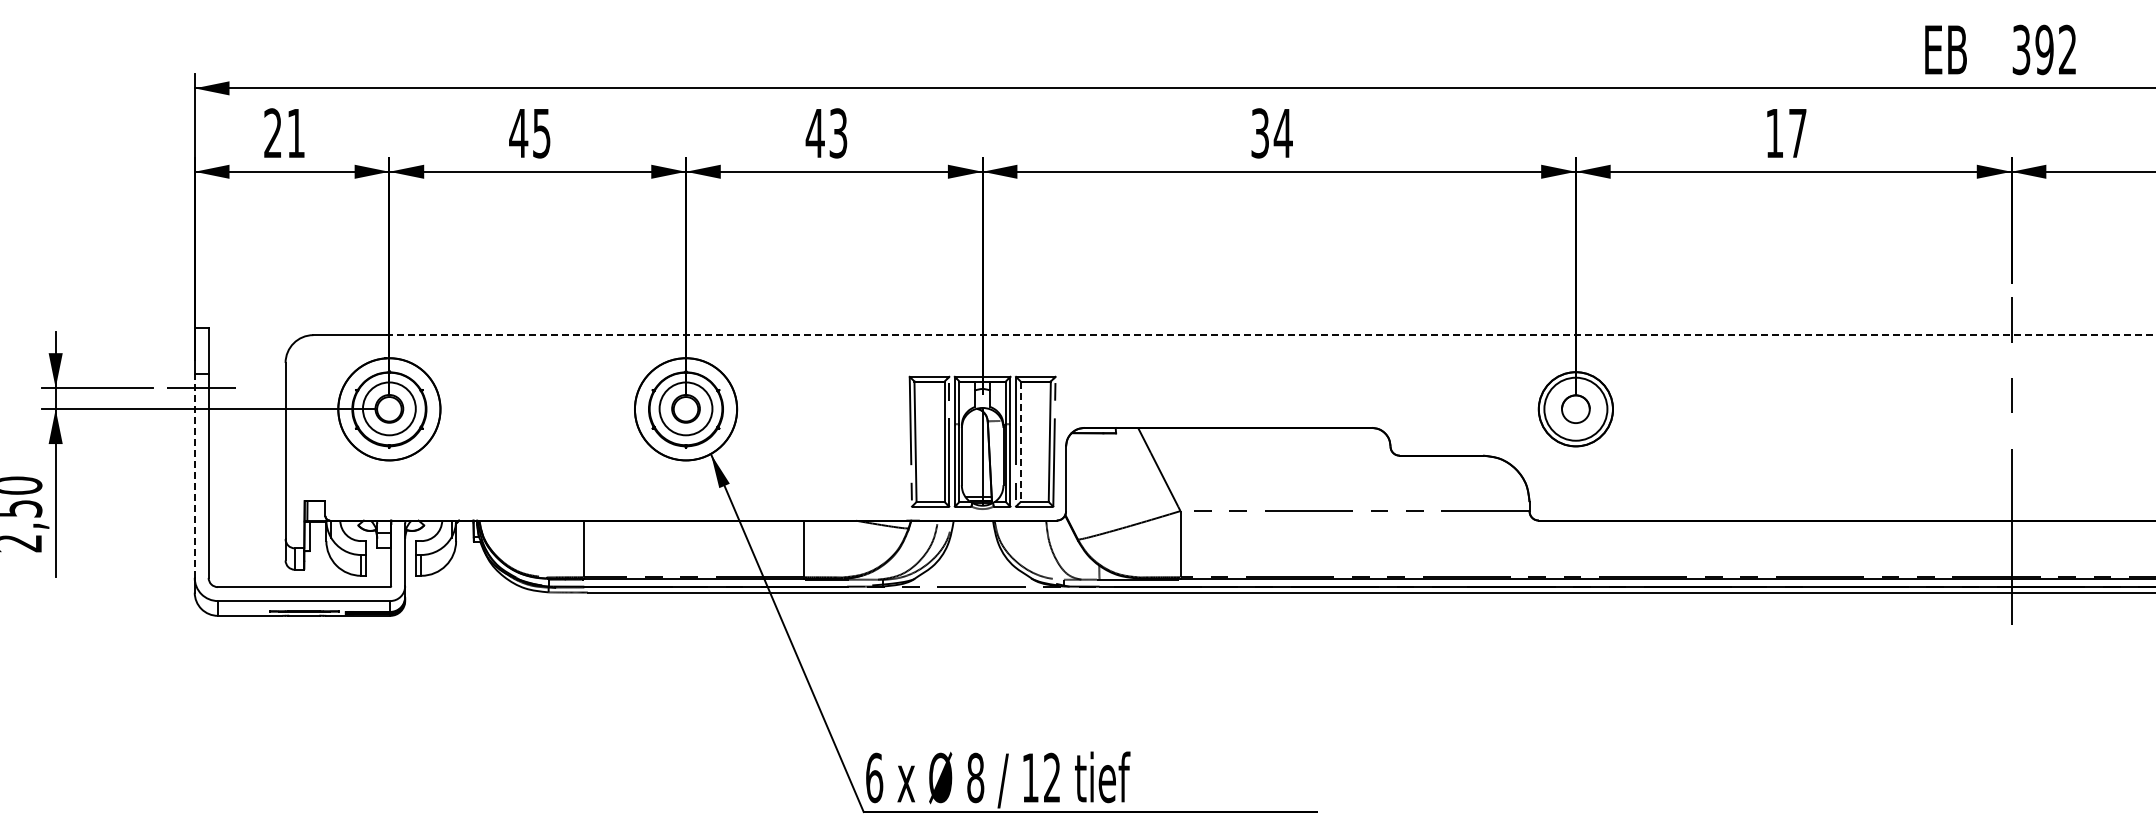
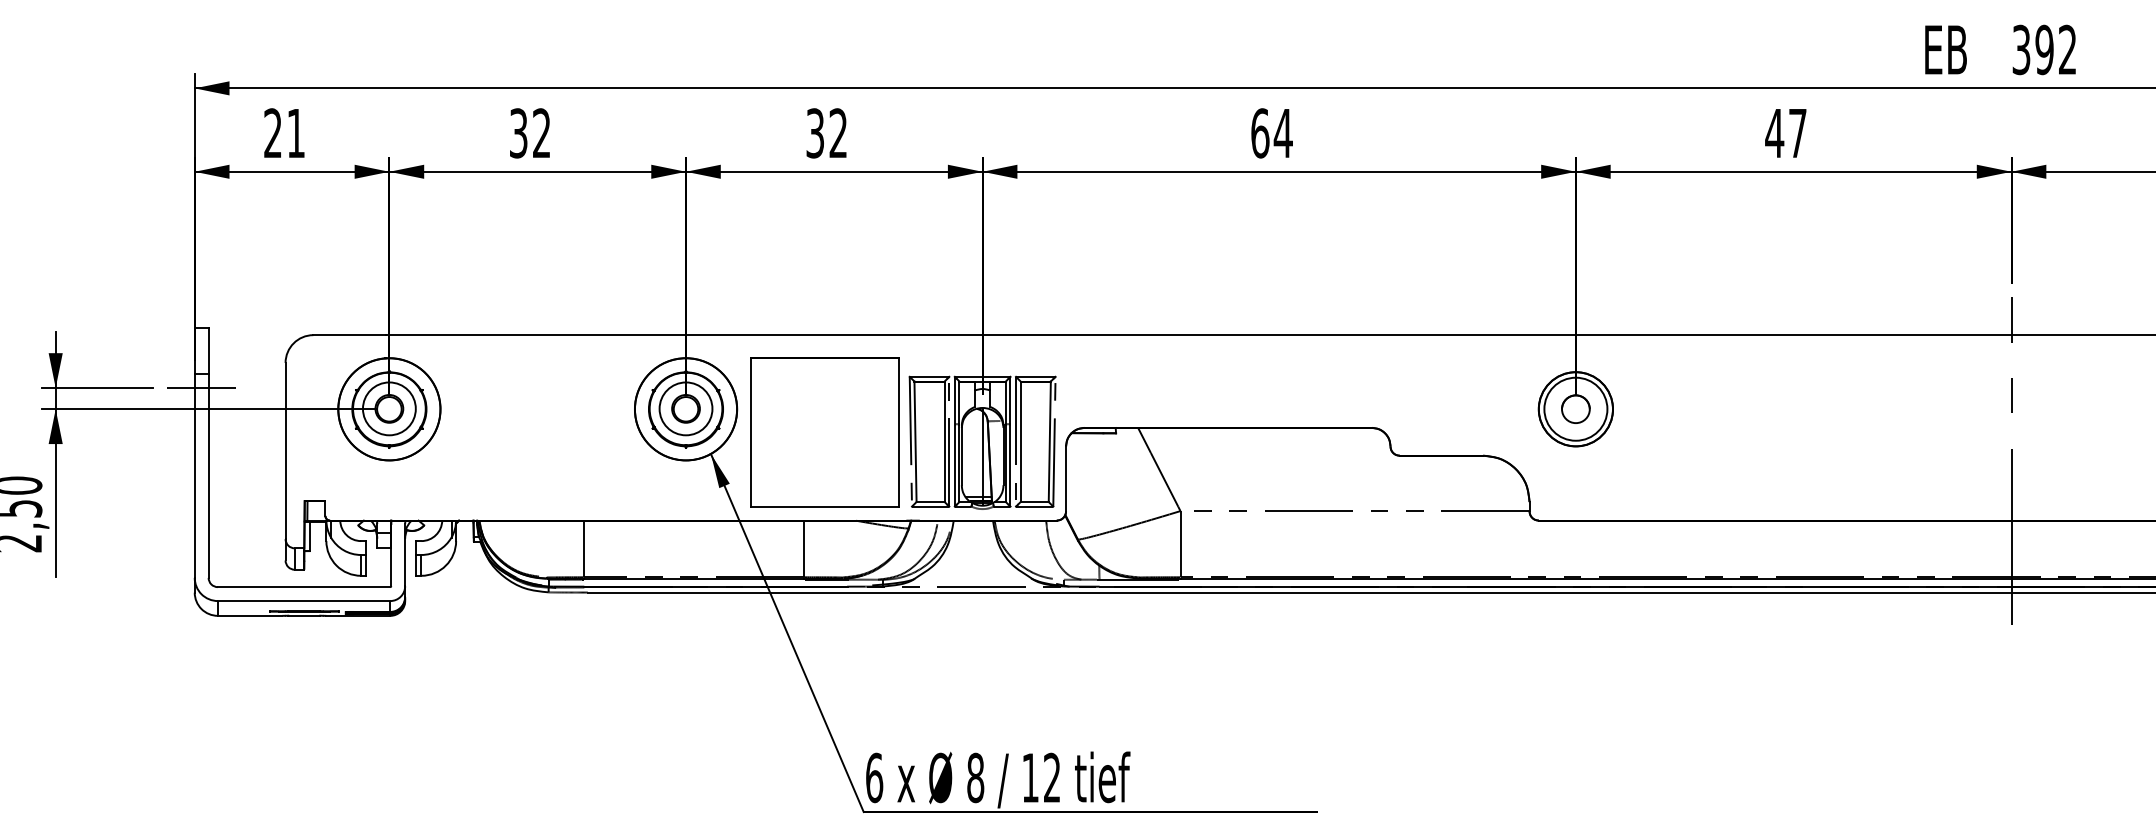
text at (529, 133): 45 -> 32
text at (826, 133): 43 -> 32
text at (1260, 133): 34 -> 64
text at (1774, 133): 17 -> 47
line at (1270, 335): dashed -> solid
part at (824, 432): none -> present
line at (1020, 442): dashed -> solid
line at (194, 475): dashed -> solid
